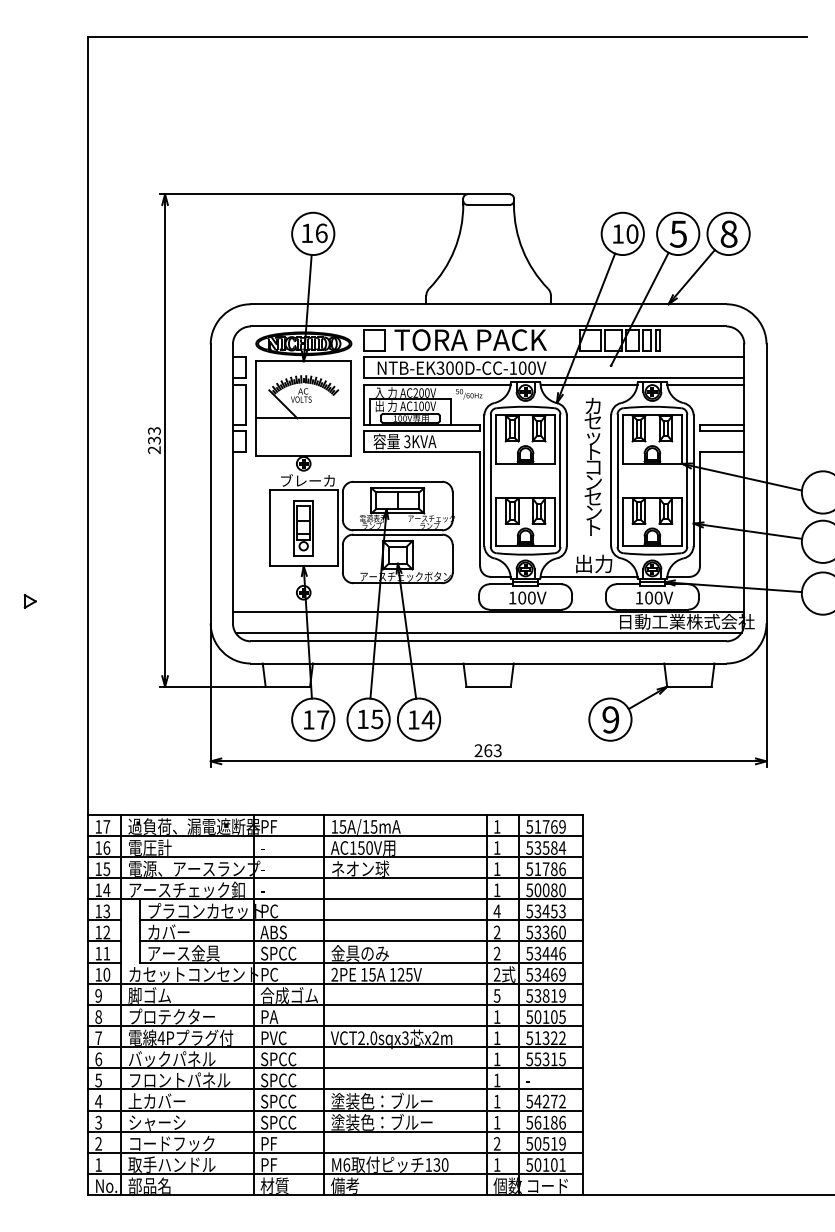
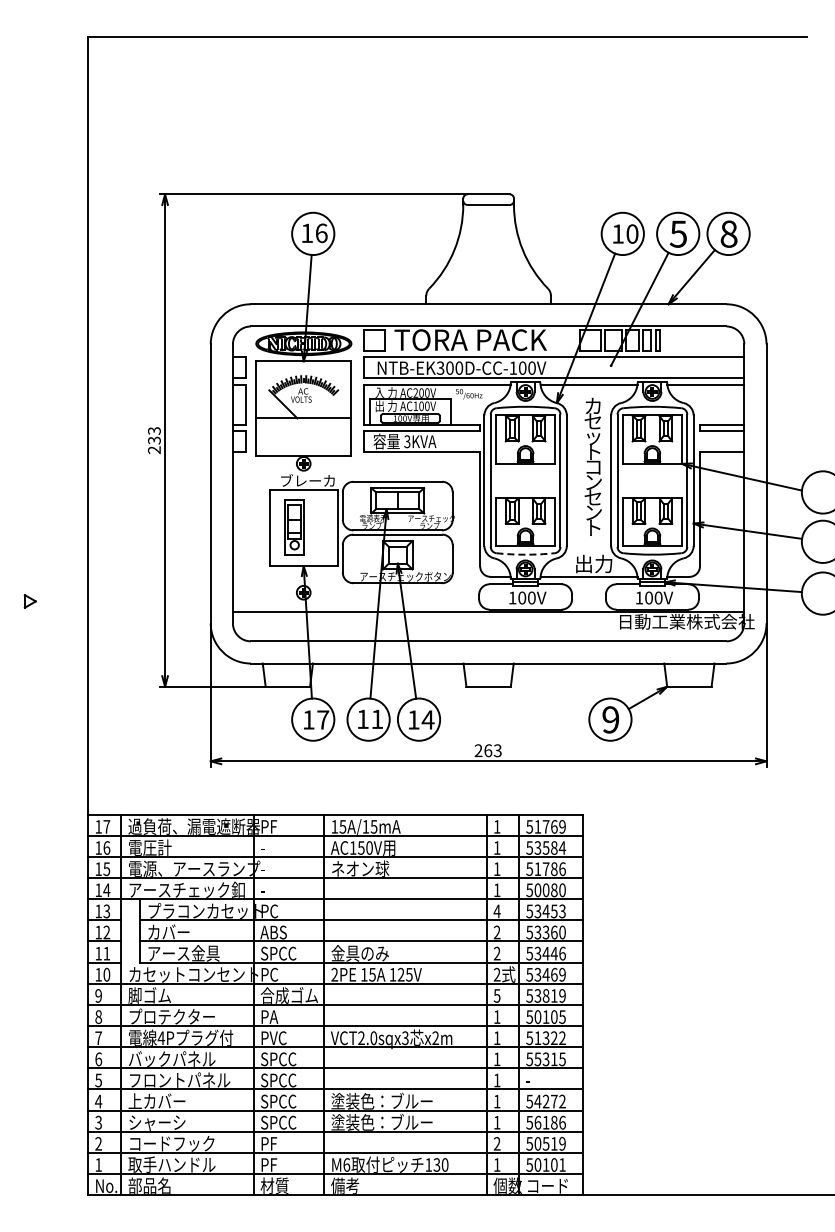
part at (303, 528) position: (303, 528) -> (294, 527)
arc at (525, 554): solid -> dashed
line at (488, 632): present -> none
text at (377, 719): 15 -> 11
